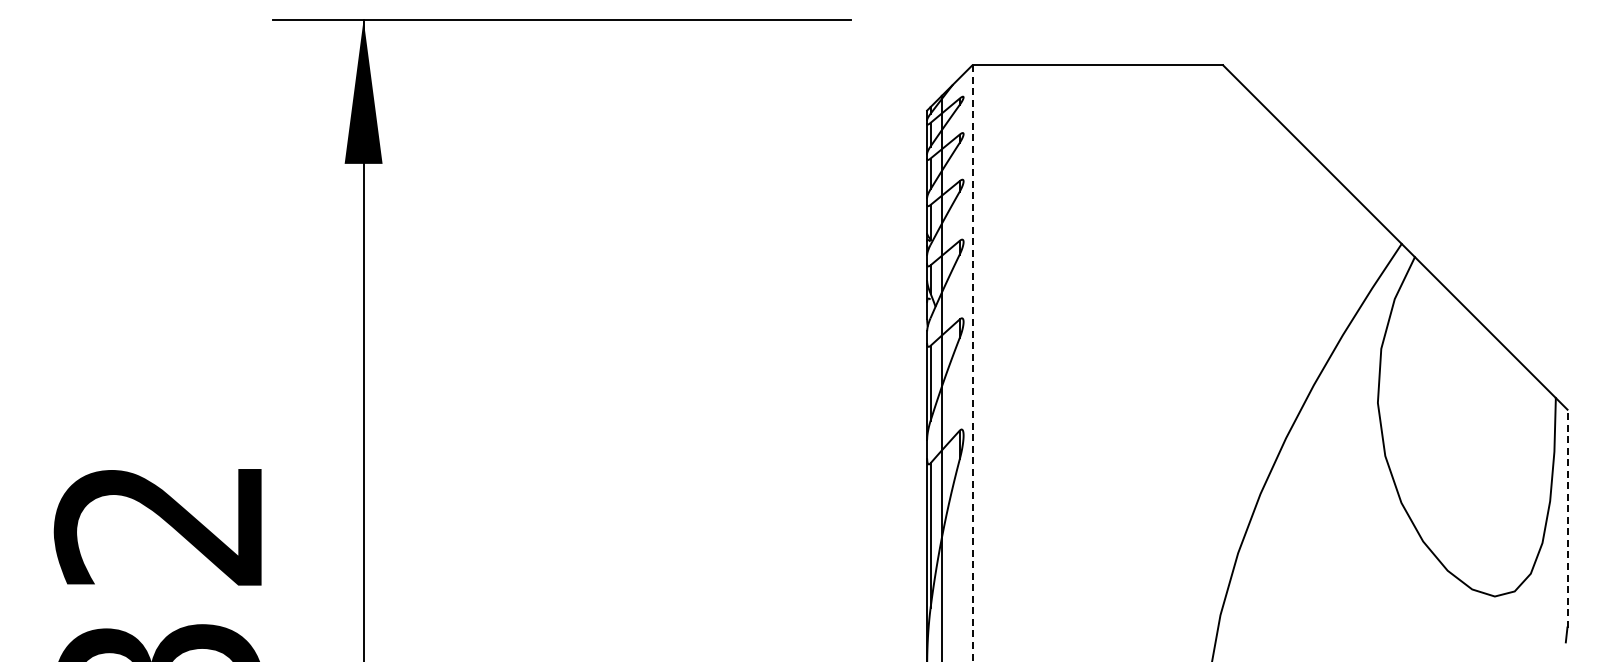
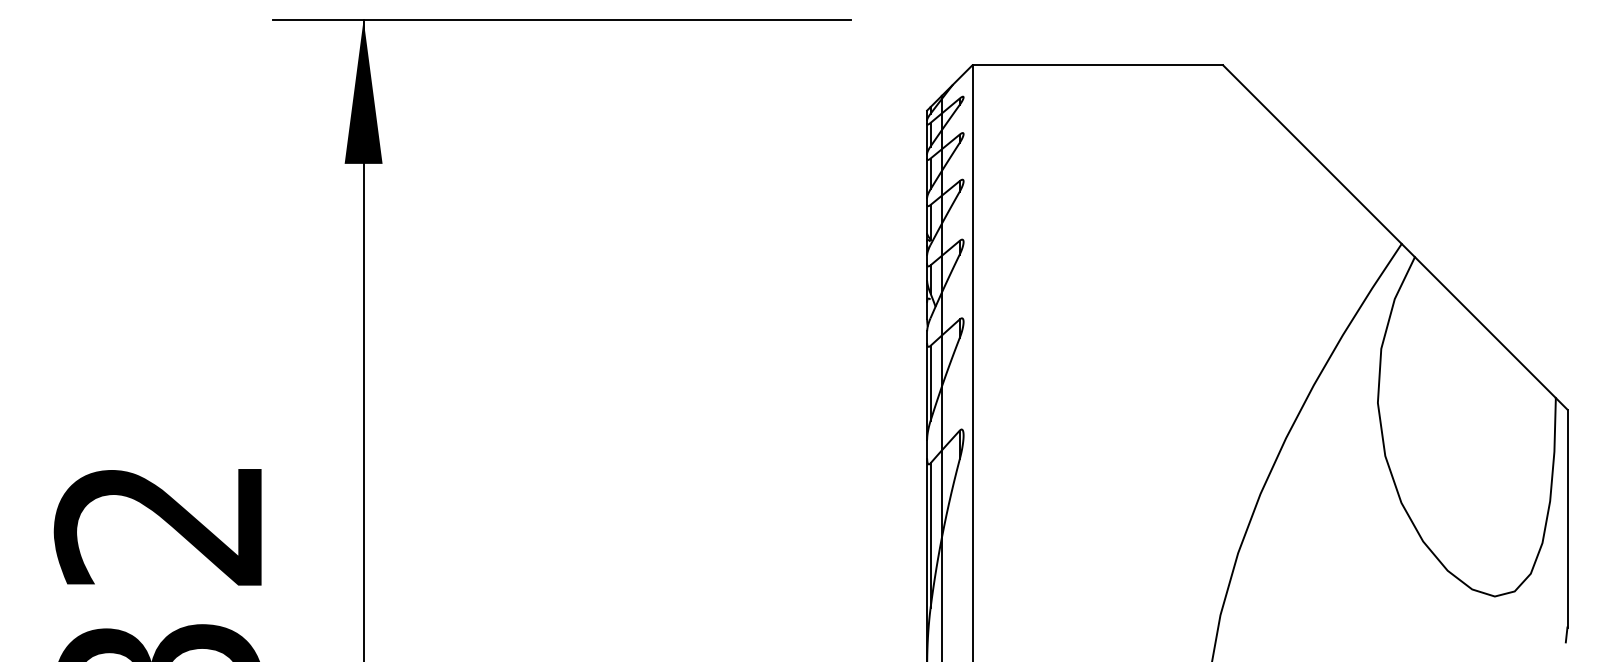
line at (972, 363): dashed -> solid
line at (1567, 518): dashed -> solid
